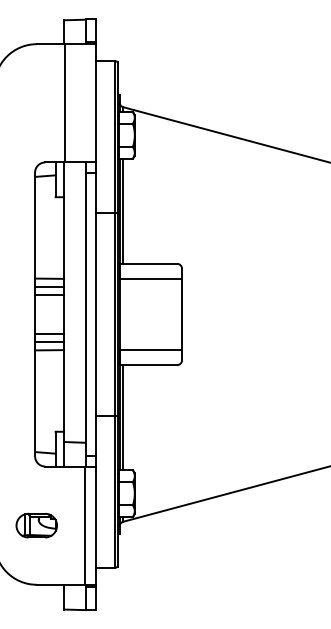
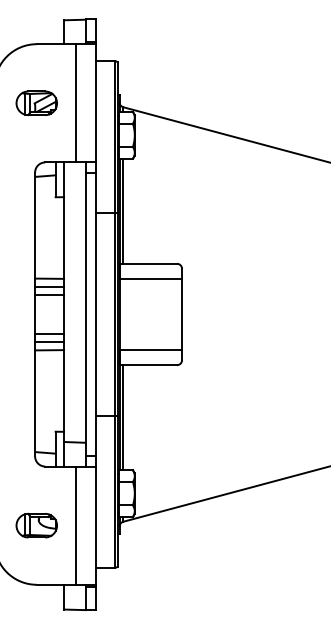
part at (36, 103): none -> present
line at (64, 103) position: (64, 103) -> (75, 103)
line at (84, 525) position: (84, 525) -> (75, 525)
